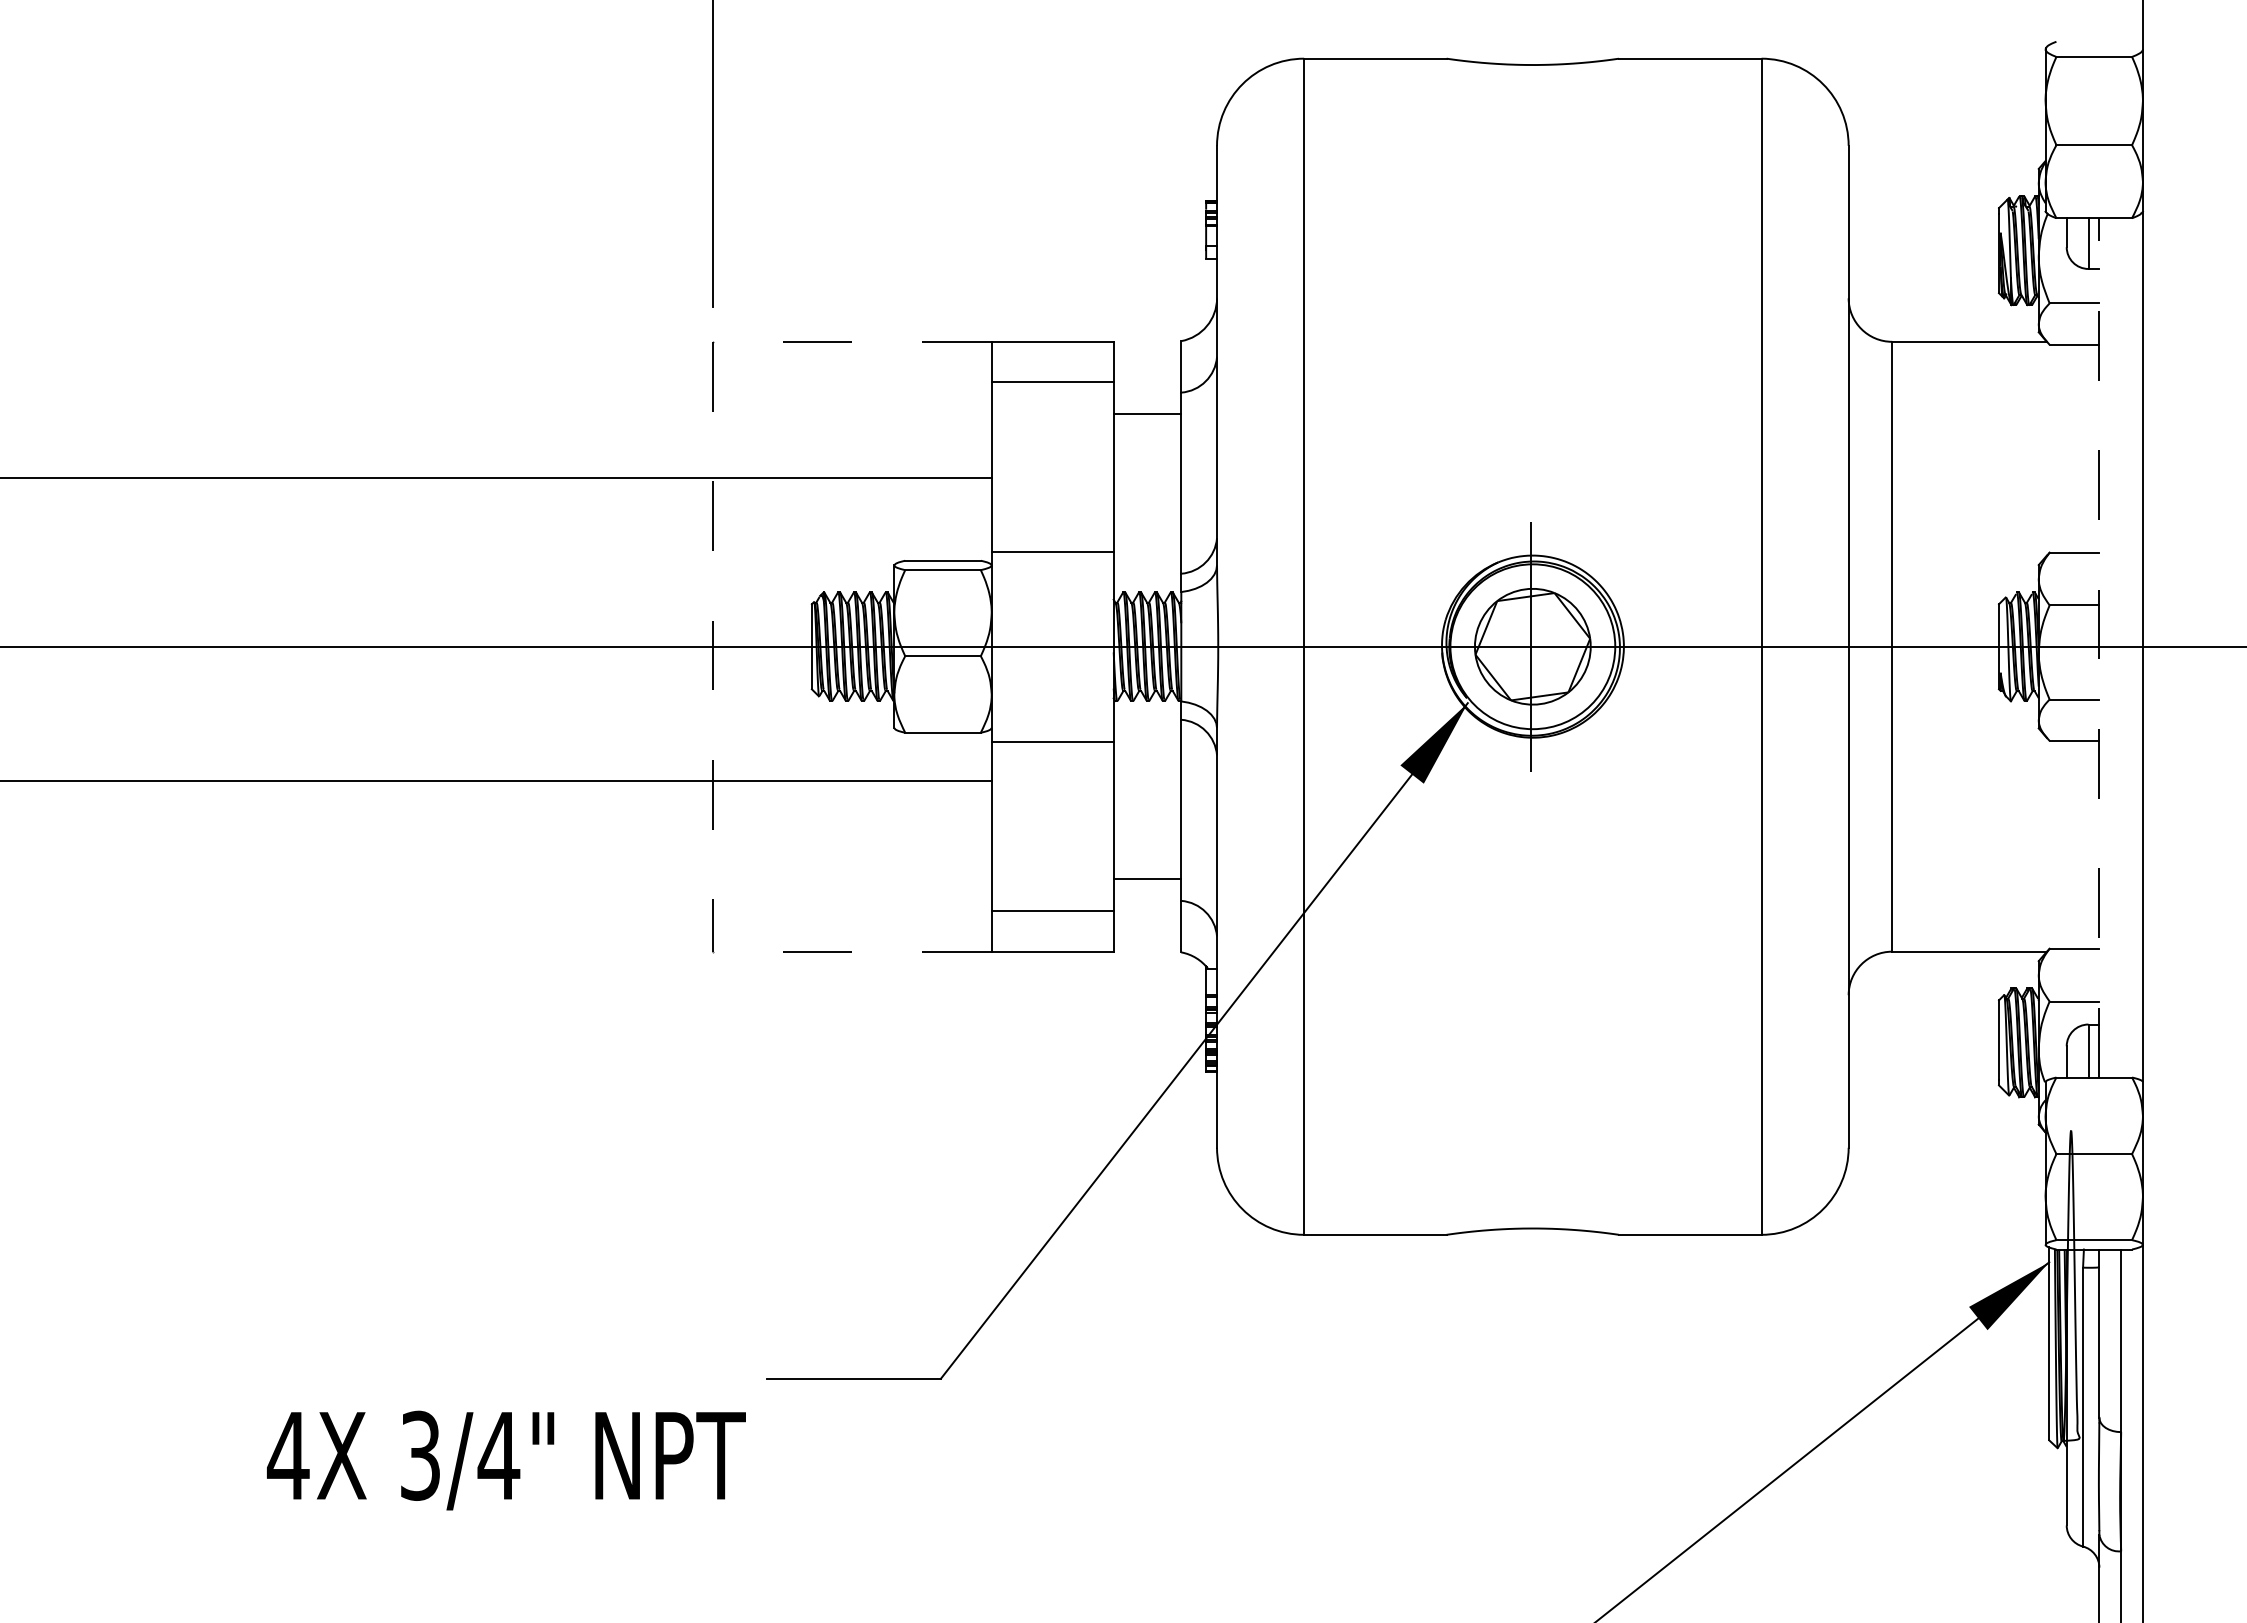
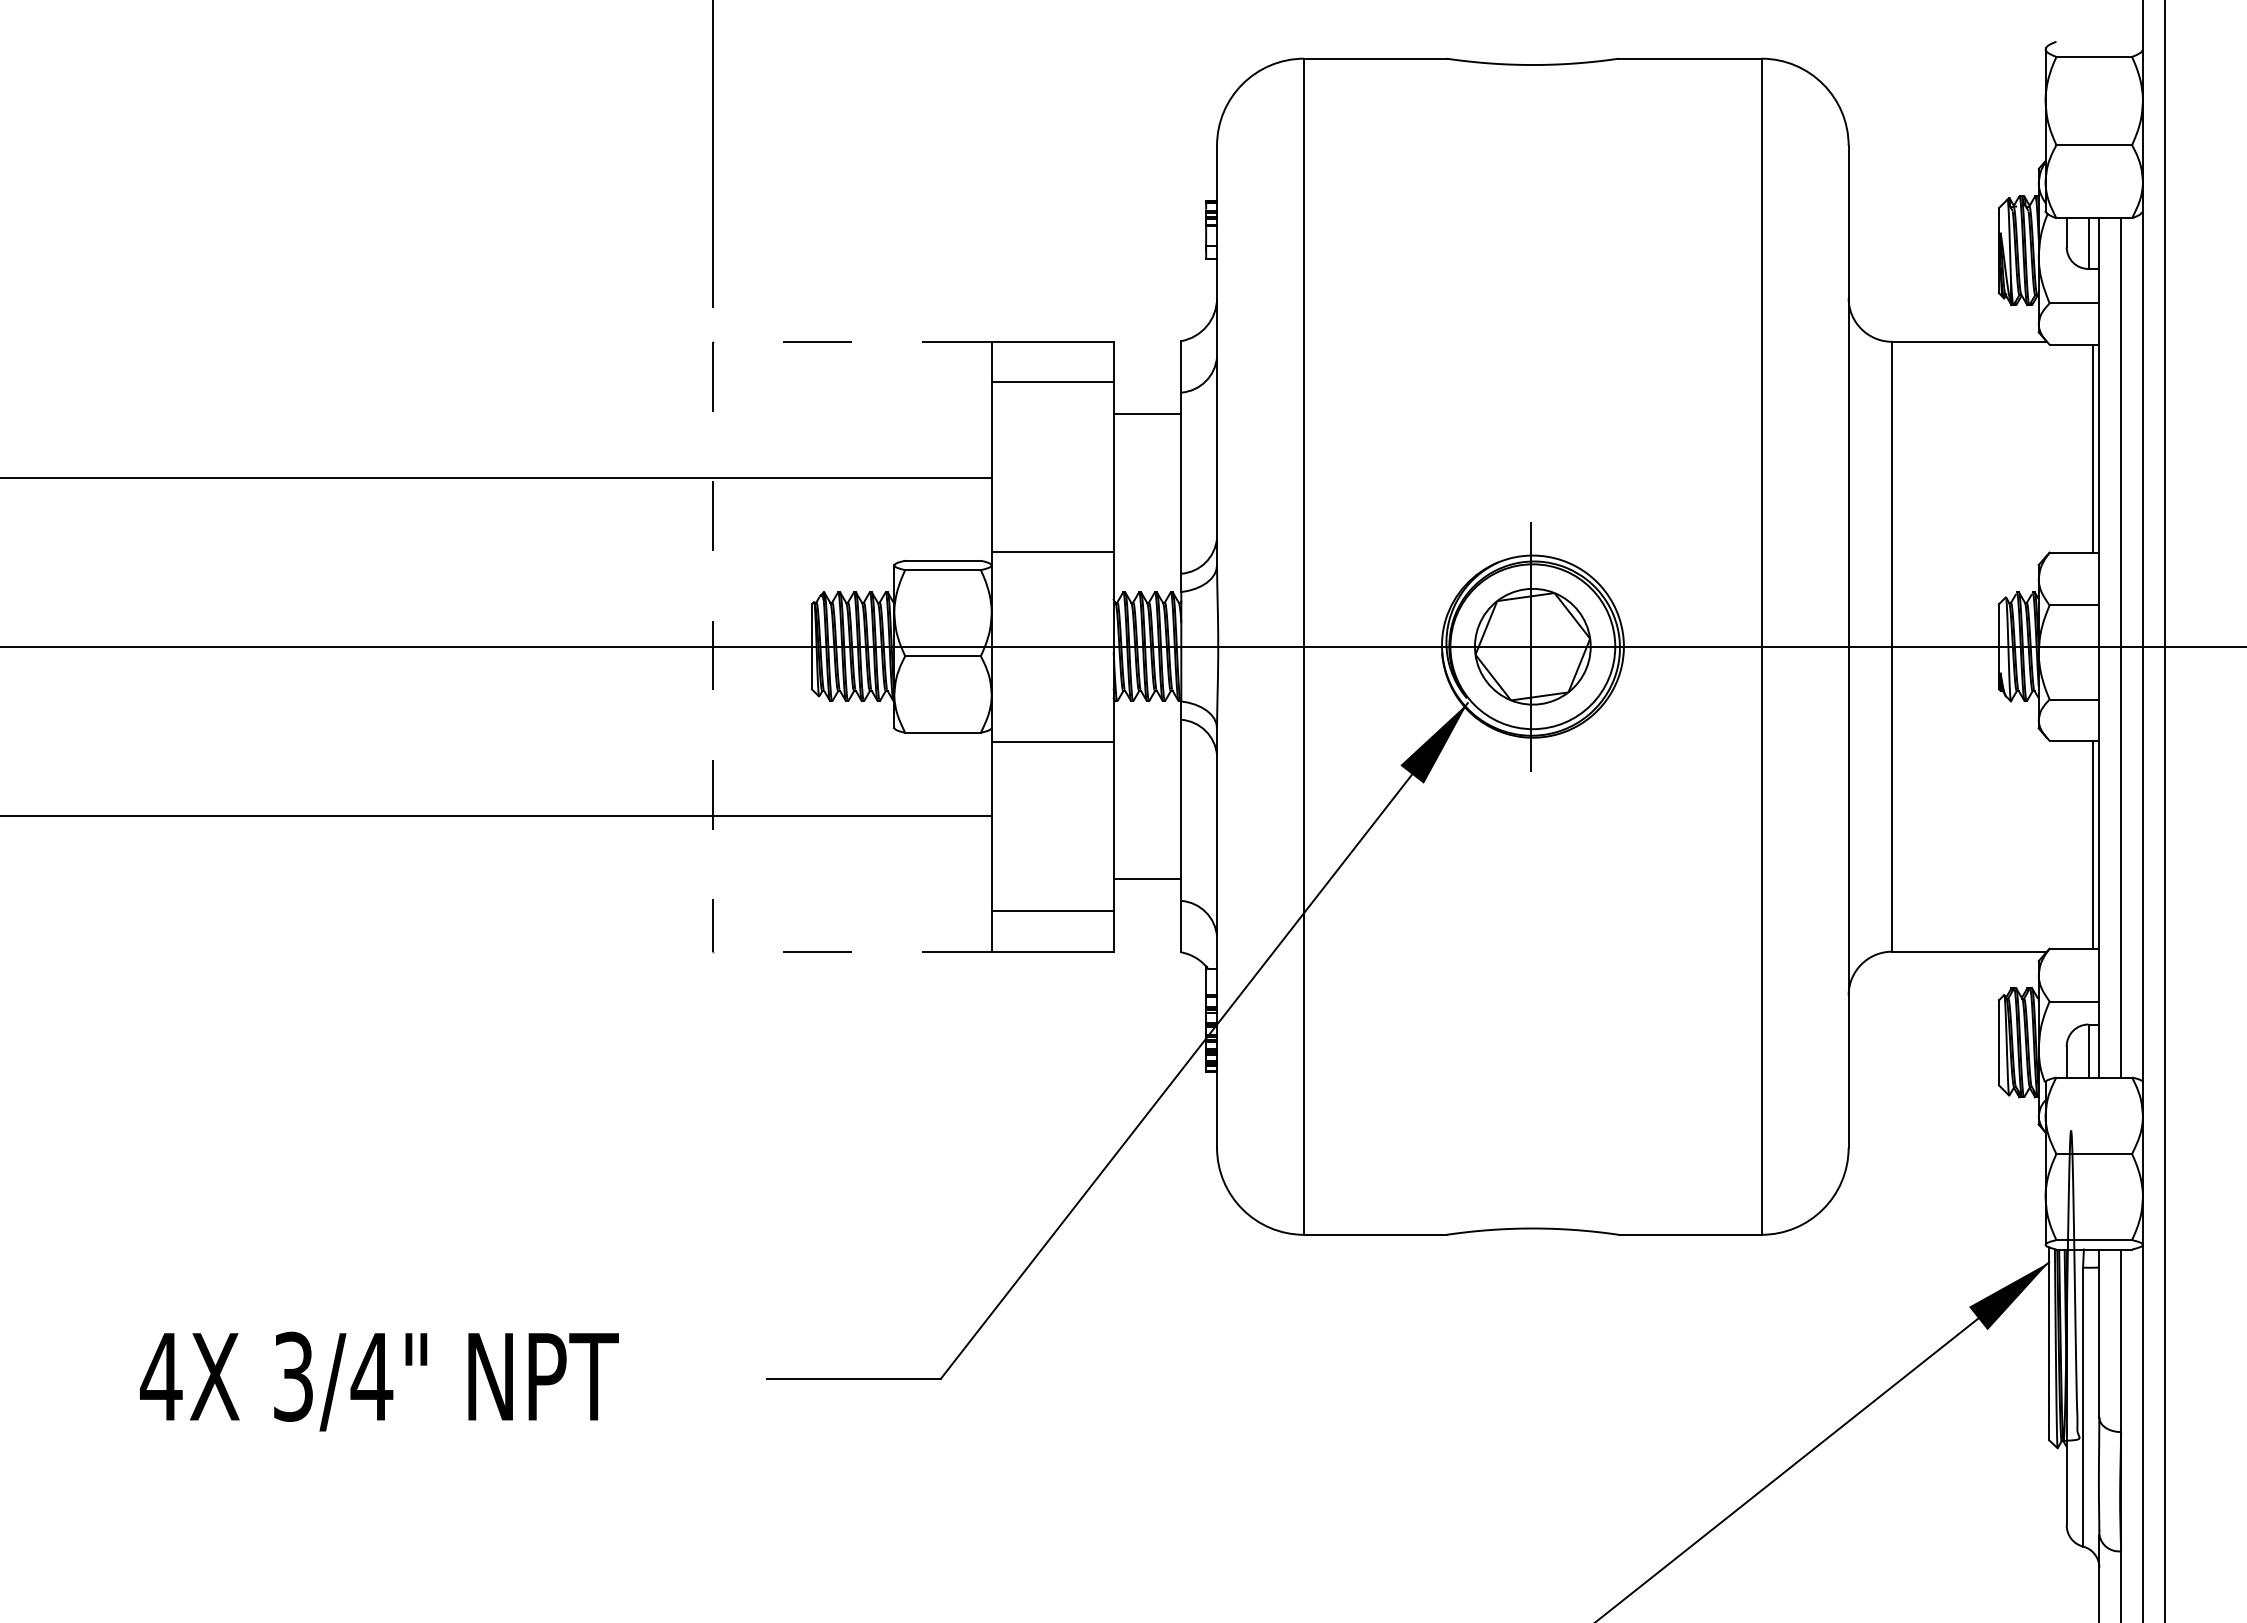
line at (2092, 448): none -> present
line at (2099, 647): dashed -> solid
line at (2121, 647): none -> present
line at (496, 780) position: (496, 780) -> (496, 815)
line at (2164, 810): none -> present
line at (2092, 844): none -> present
text at (506, 1460) position: (506, 1460) -> (379, 1381)
